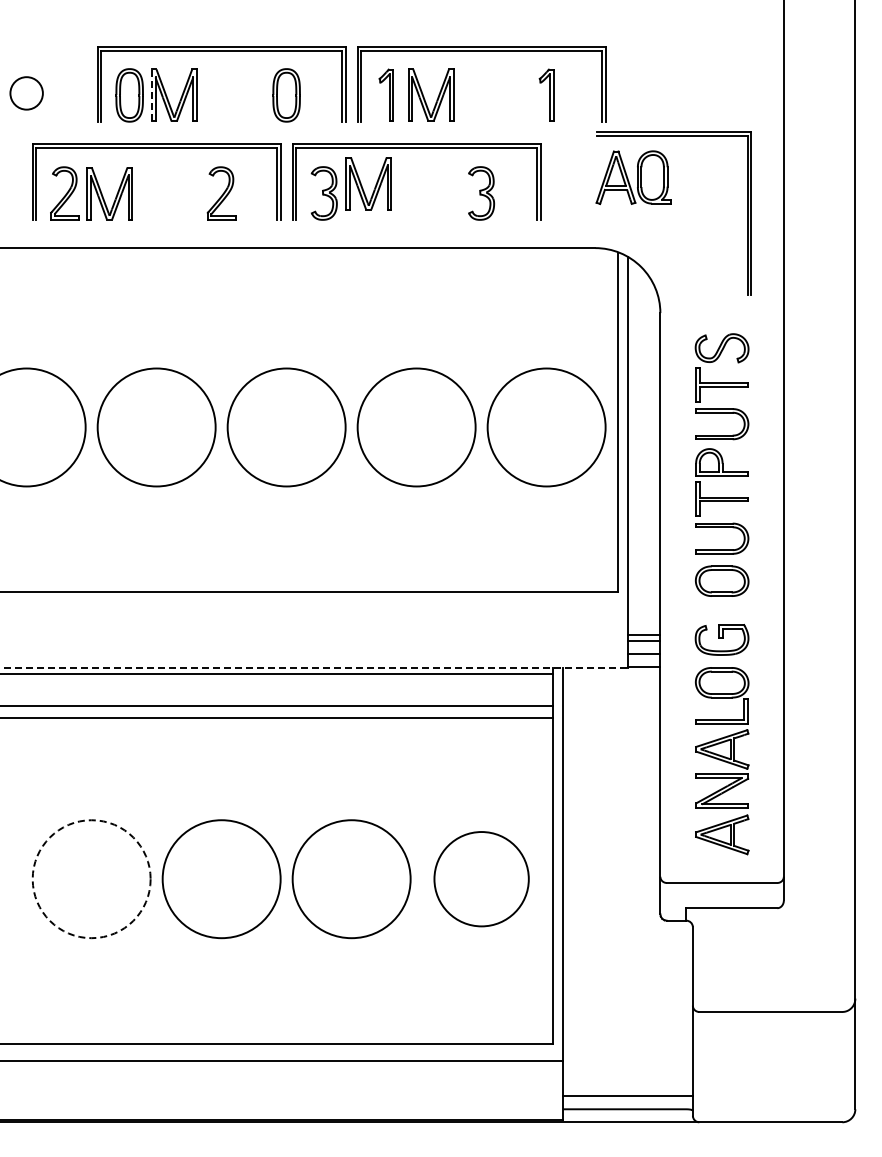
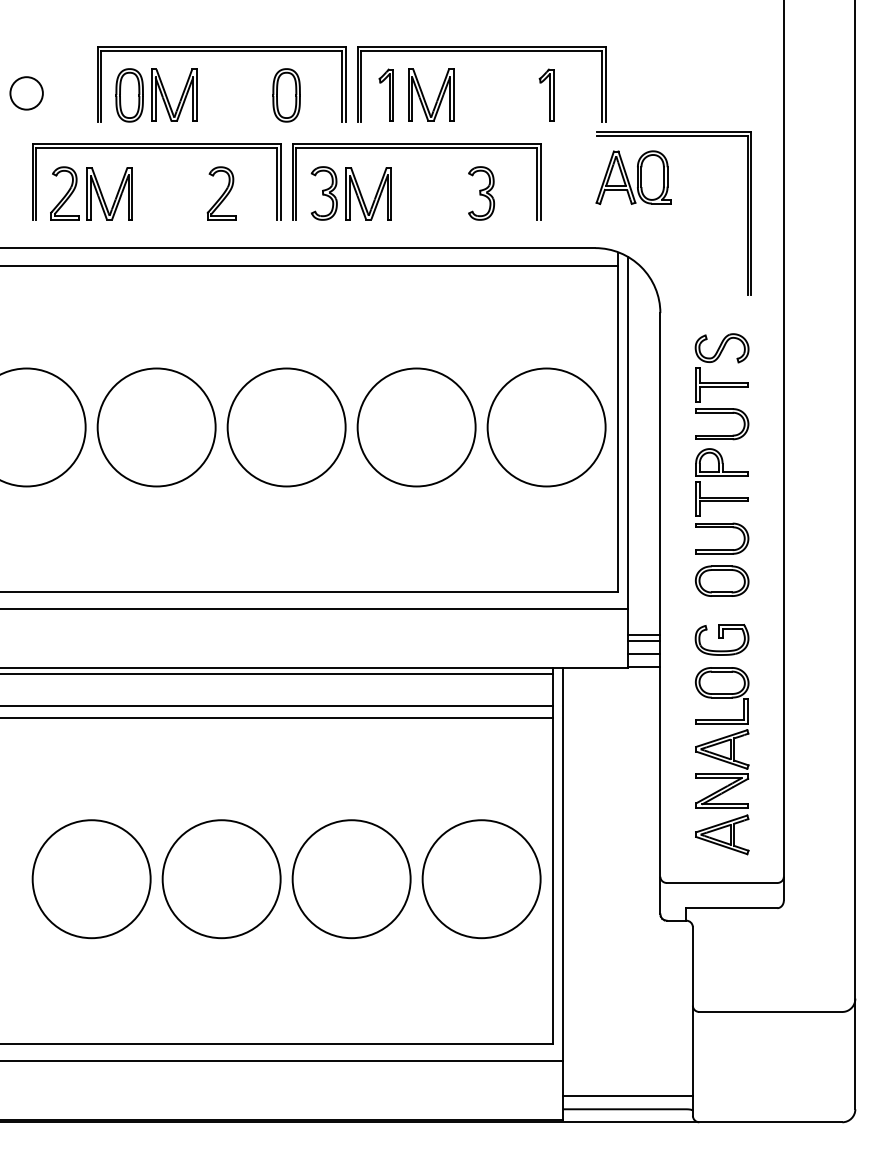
line at (151, 95): dashed -> solid
part at (362, 185) position: (362, 185) -> (362, 195)
line at (310, 265): none -> present
line at (314, 609): none -> present
line at (314, 668): dashed -> solid
circle at (91, 879): dashed -> solid
circle at (481, 879) diameter: 94 px -> 118 px
